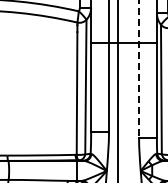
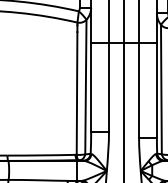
line at (139, 68): dashed -> solid
line at (118, 90) position: (118, 90) -> (124, 90)
